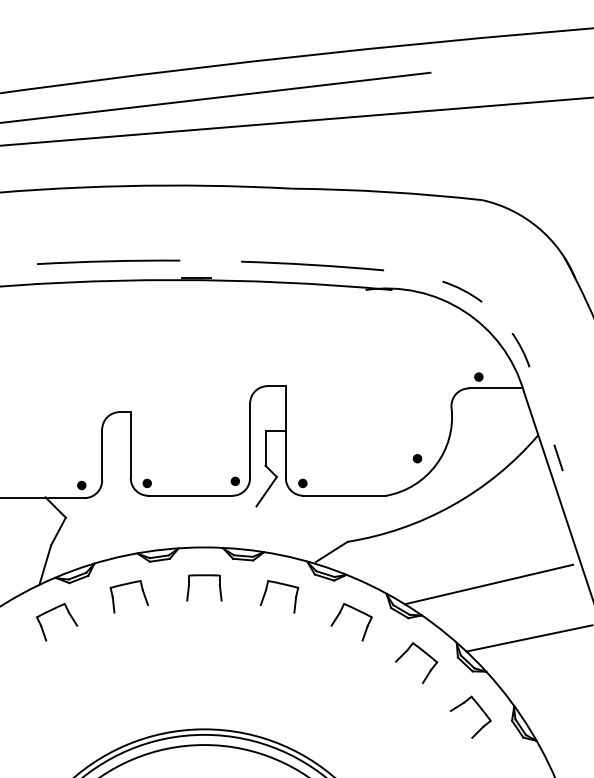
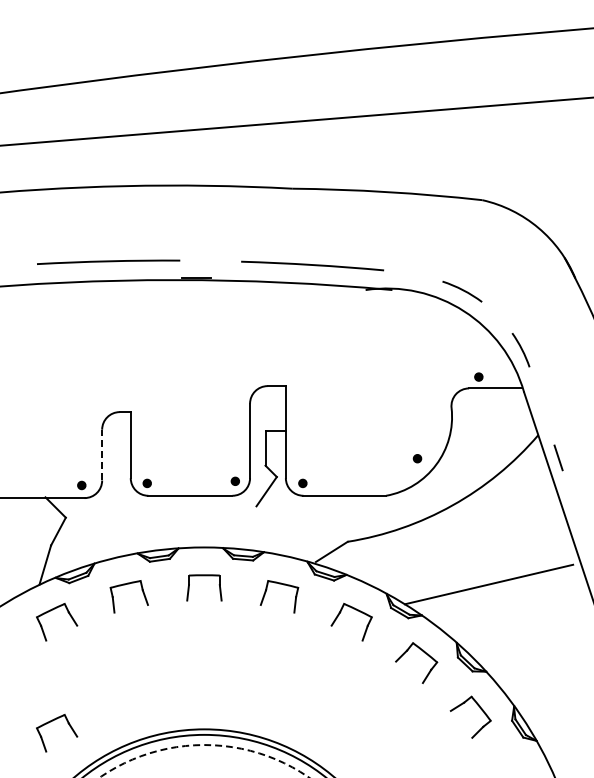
line at (216, 97): present -> none
line at (102, 454): solid -> dashed
line at (528, 638): present -> none
part at (53, 721): none -> present
circle at (204, 761): solid -> dashed
